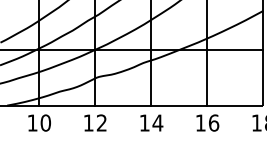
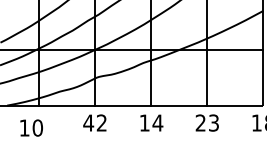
text at (39, 122) position: (39, 122) -> (31, 127)
text at (88, 122): 12 -> 42
text at (207, 122): 16 -> 23
